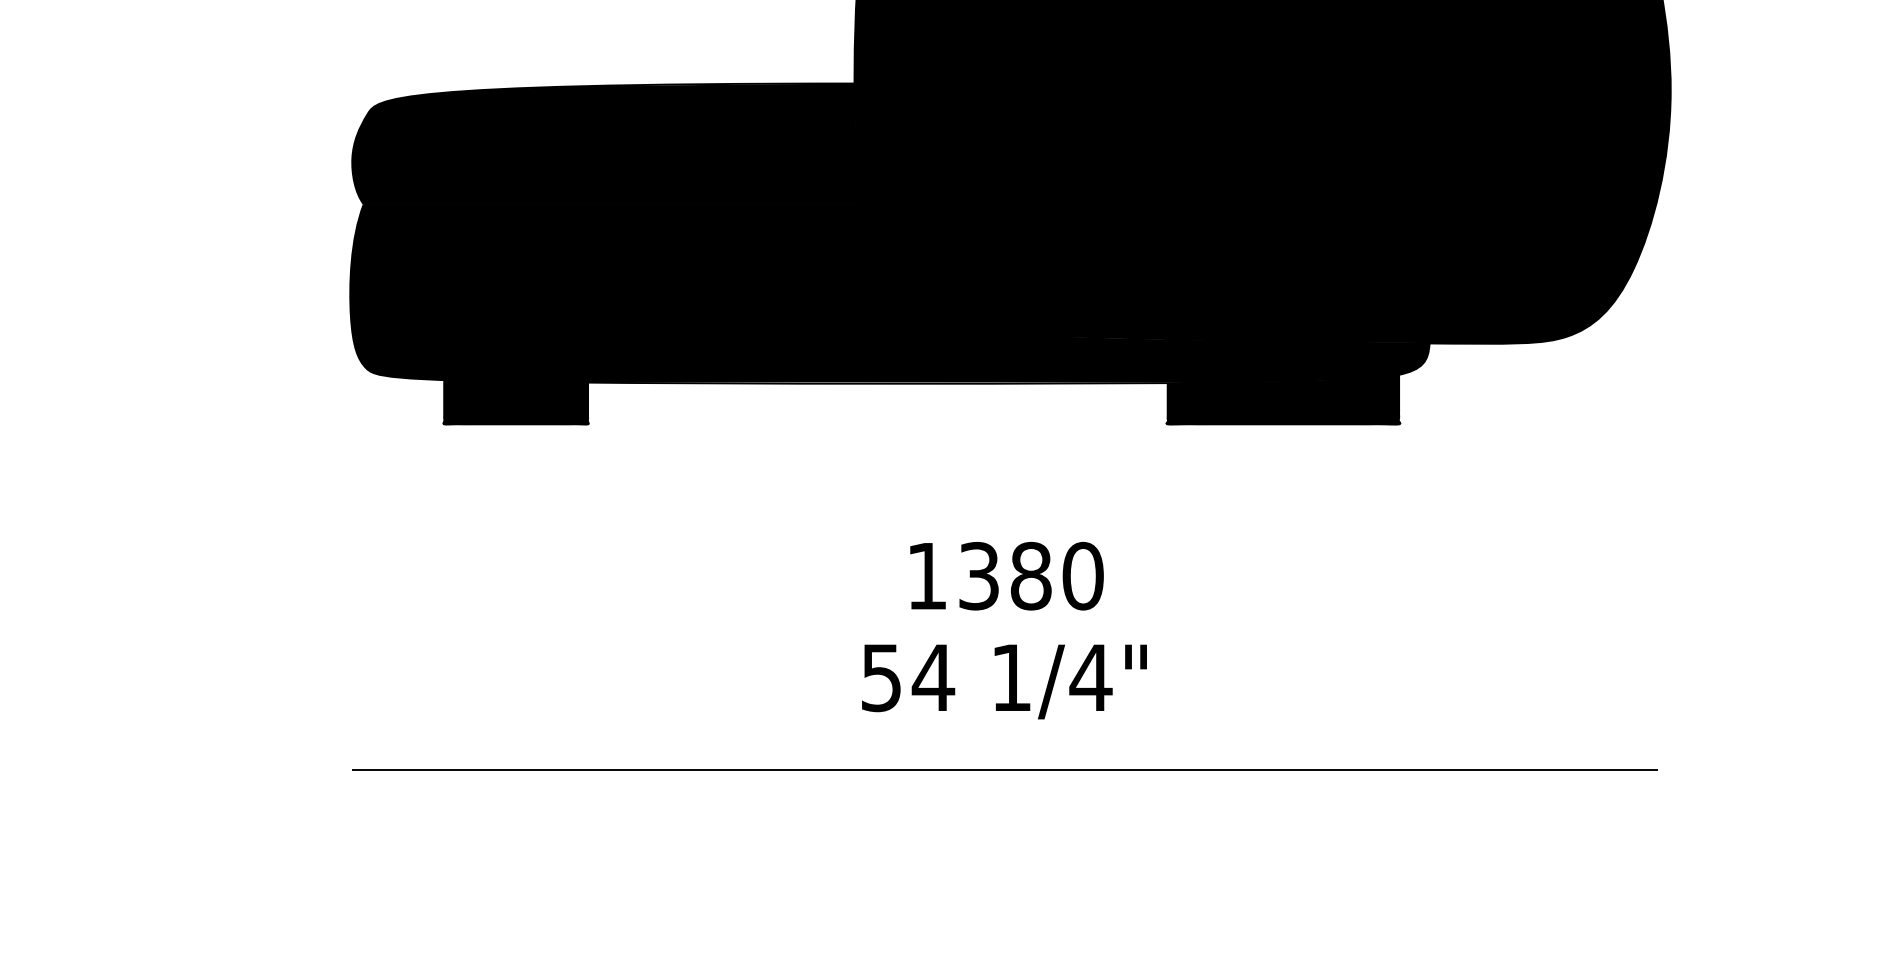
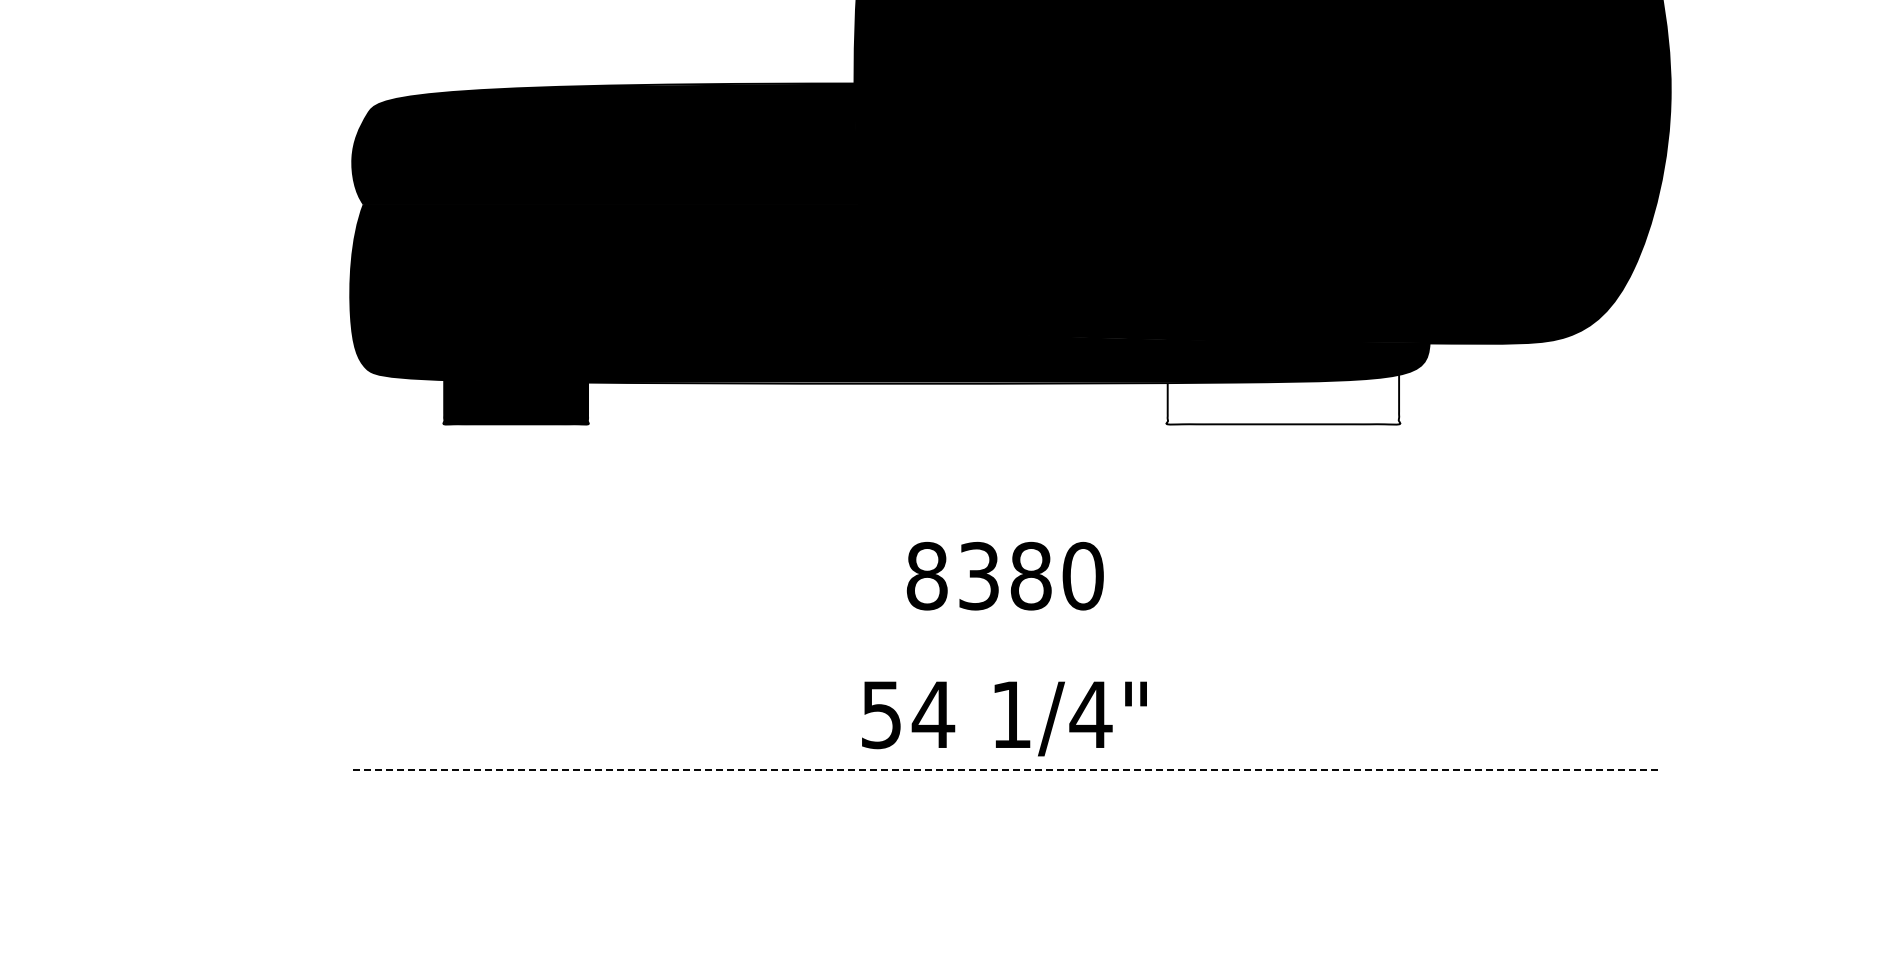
fill at (1283, 399): present -> none
text at (926, 575): 1380 -> 8380
text at (1004, 681) position: (1004, 681) -> (1004, 718)
line at (1004, 769): solid -> dashed
